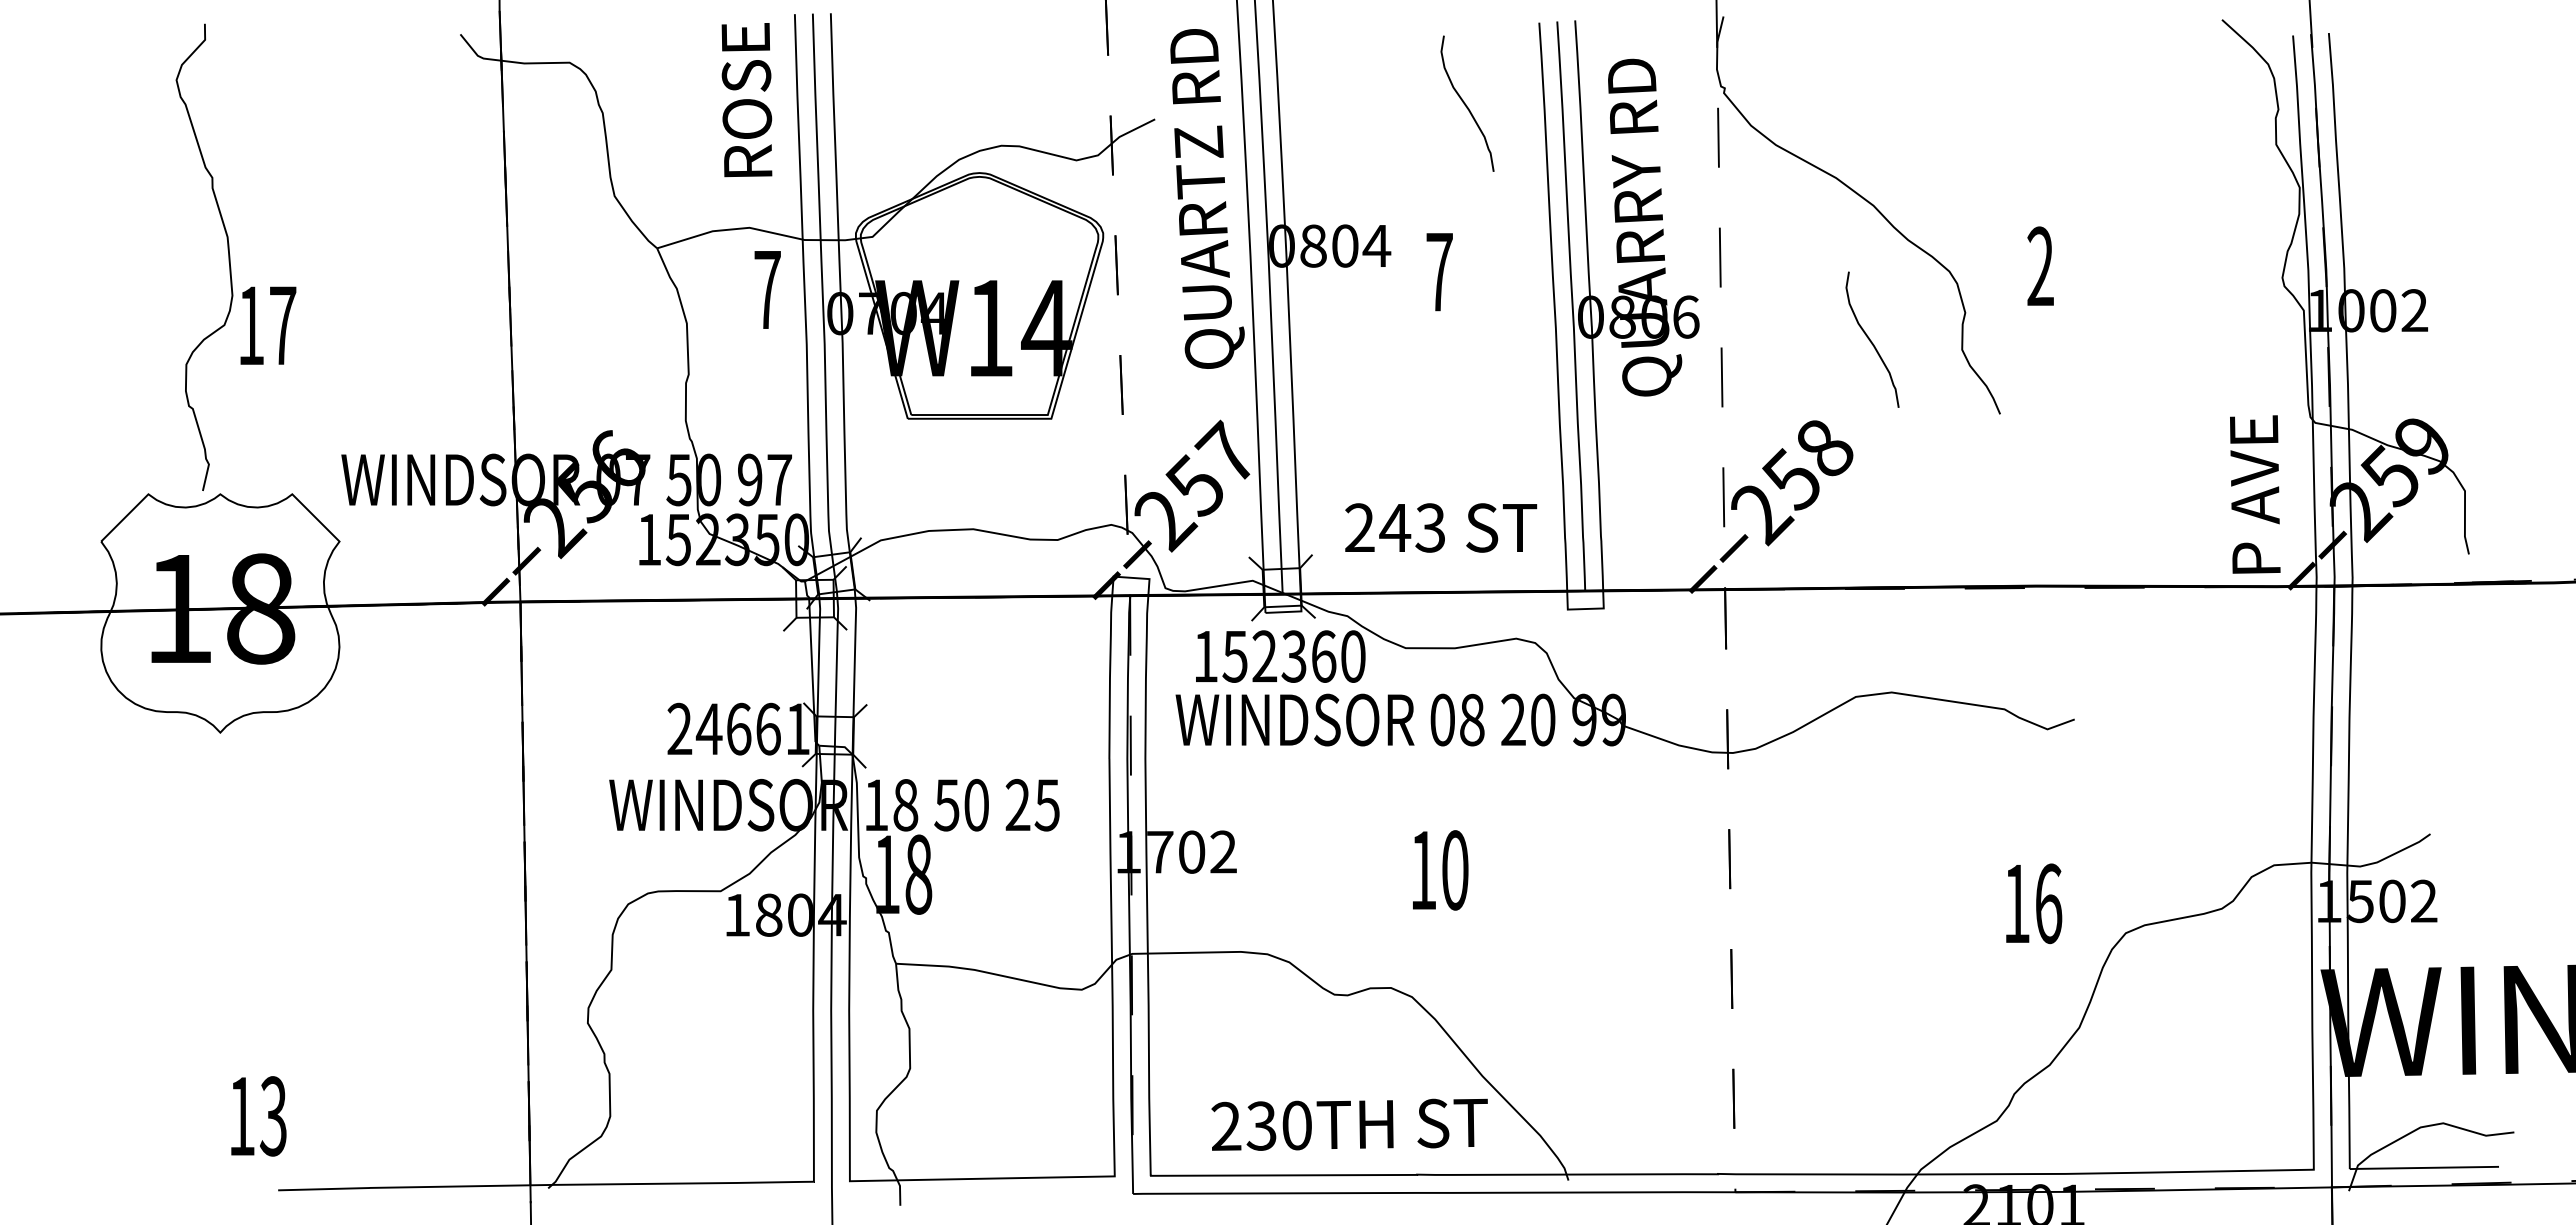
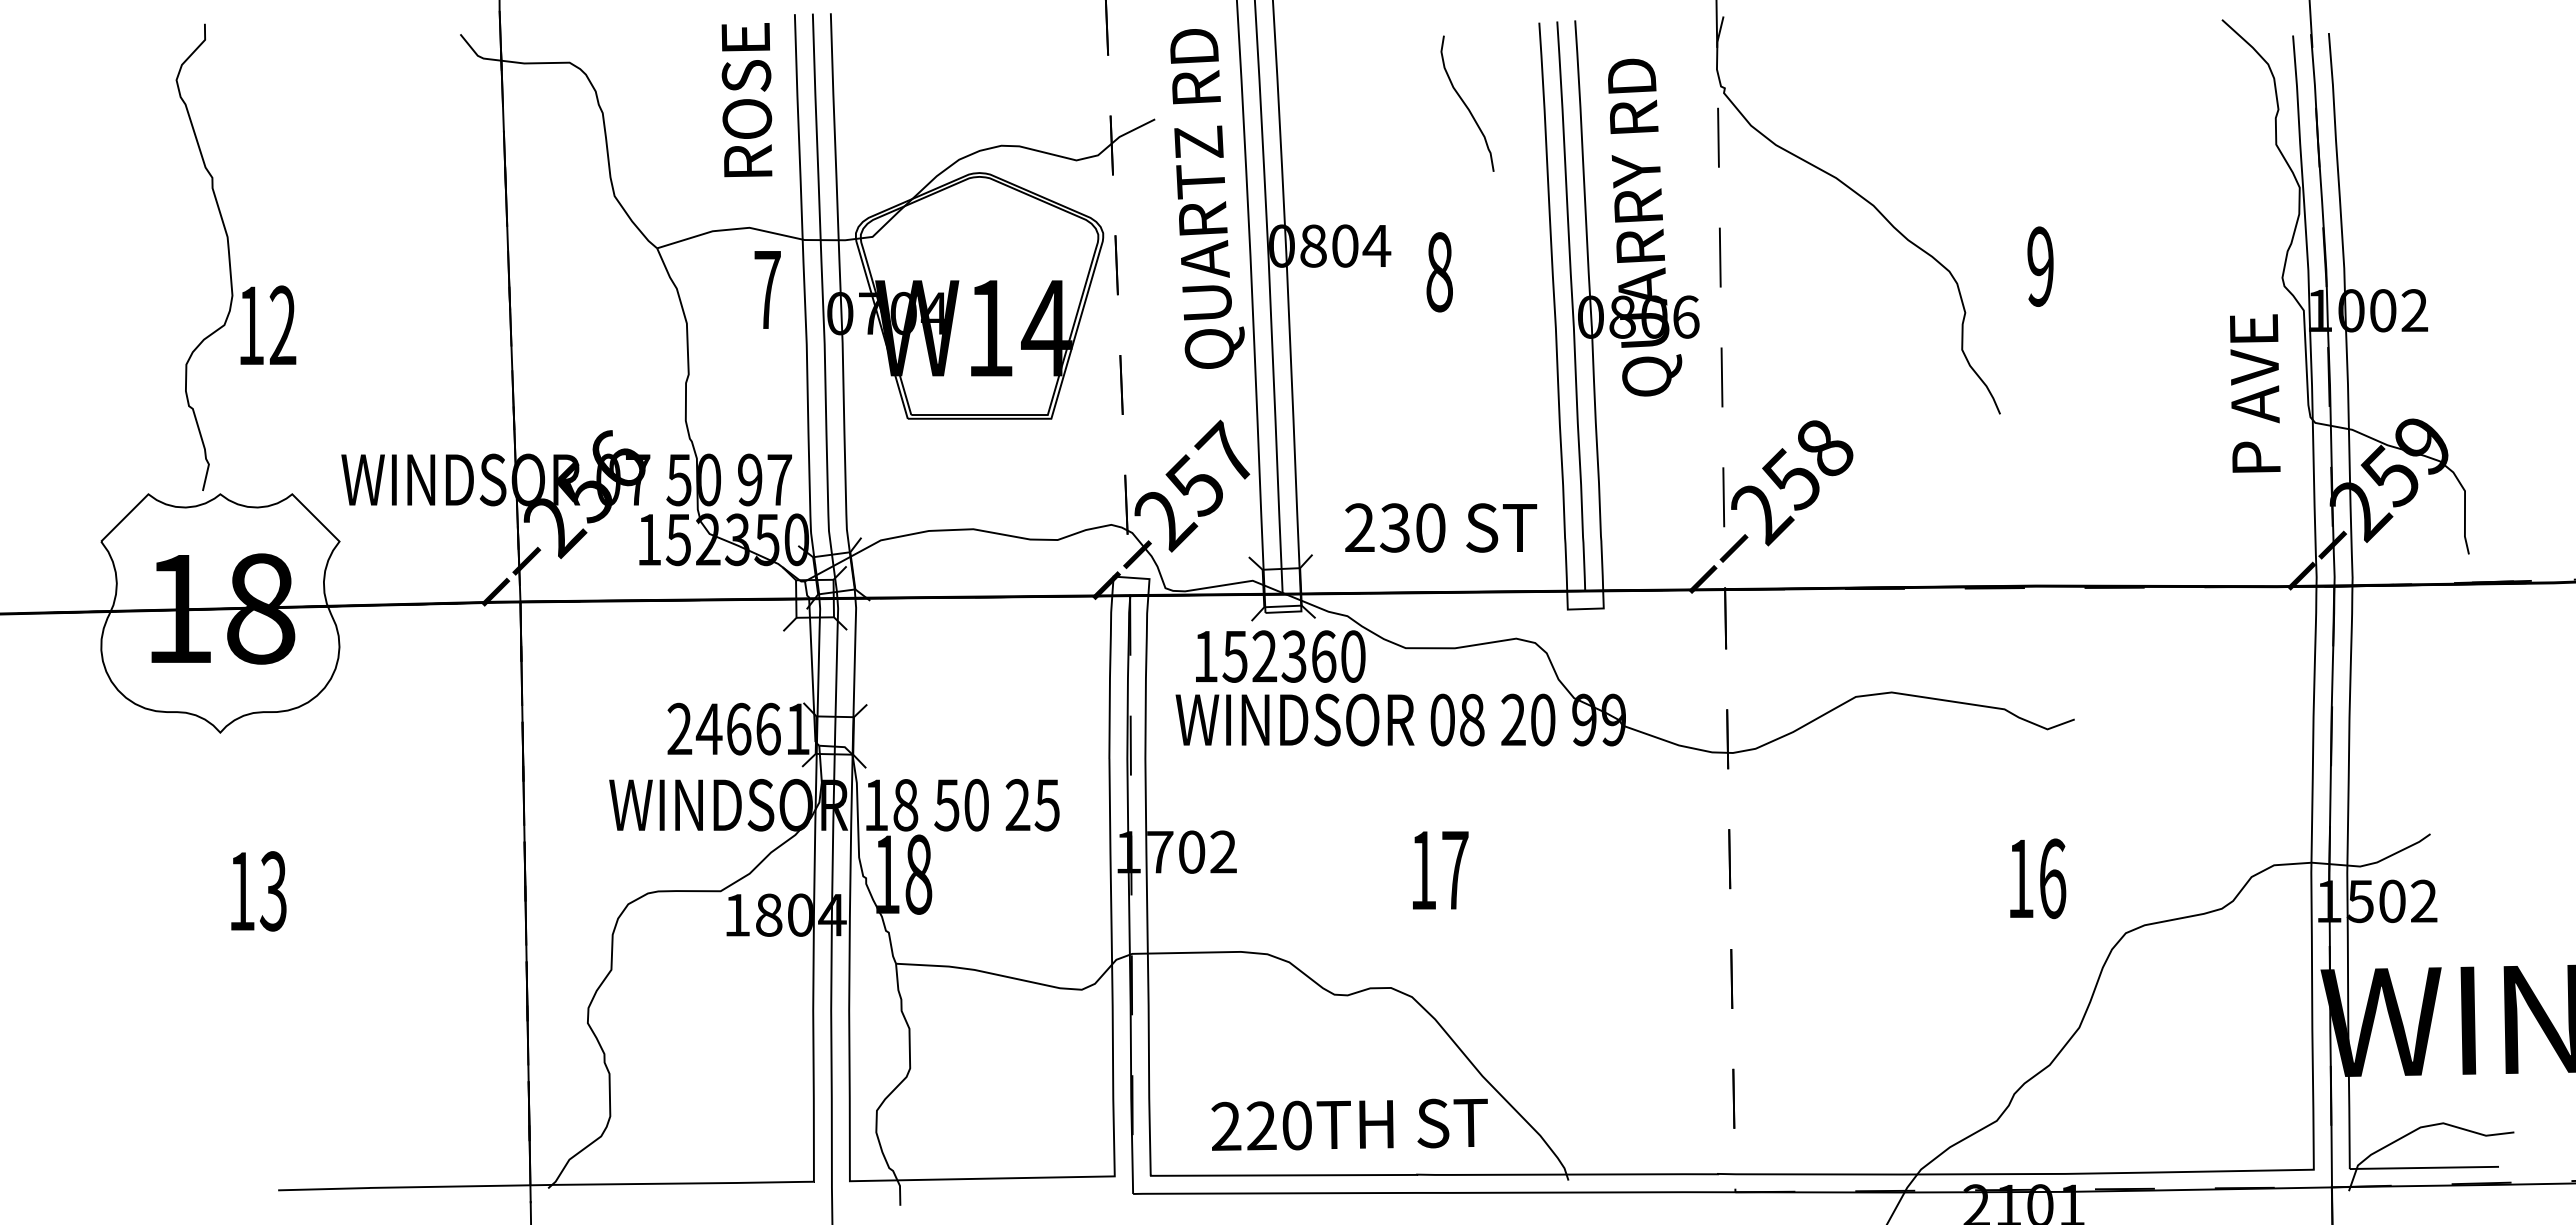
text at (2040, 266): 2 -> 9
text at (1439, 272): 7 -> 8
text at (282, 324): 17 -> 12
curve at (1871, 340): present -> none
text at (2255, 494) position: (2255, 494) -> (2255, 393)
text at (1412, 527): 243 -> 230
text at (1455, 870): 10 -> 17
text at (2034, 903) position: (2034, 903) -> (2038, 878)
text at (258, 1116) position: (258, 1116) -> (258, 891)
text at (1261, 1125): 230TH -> 220TH
